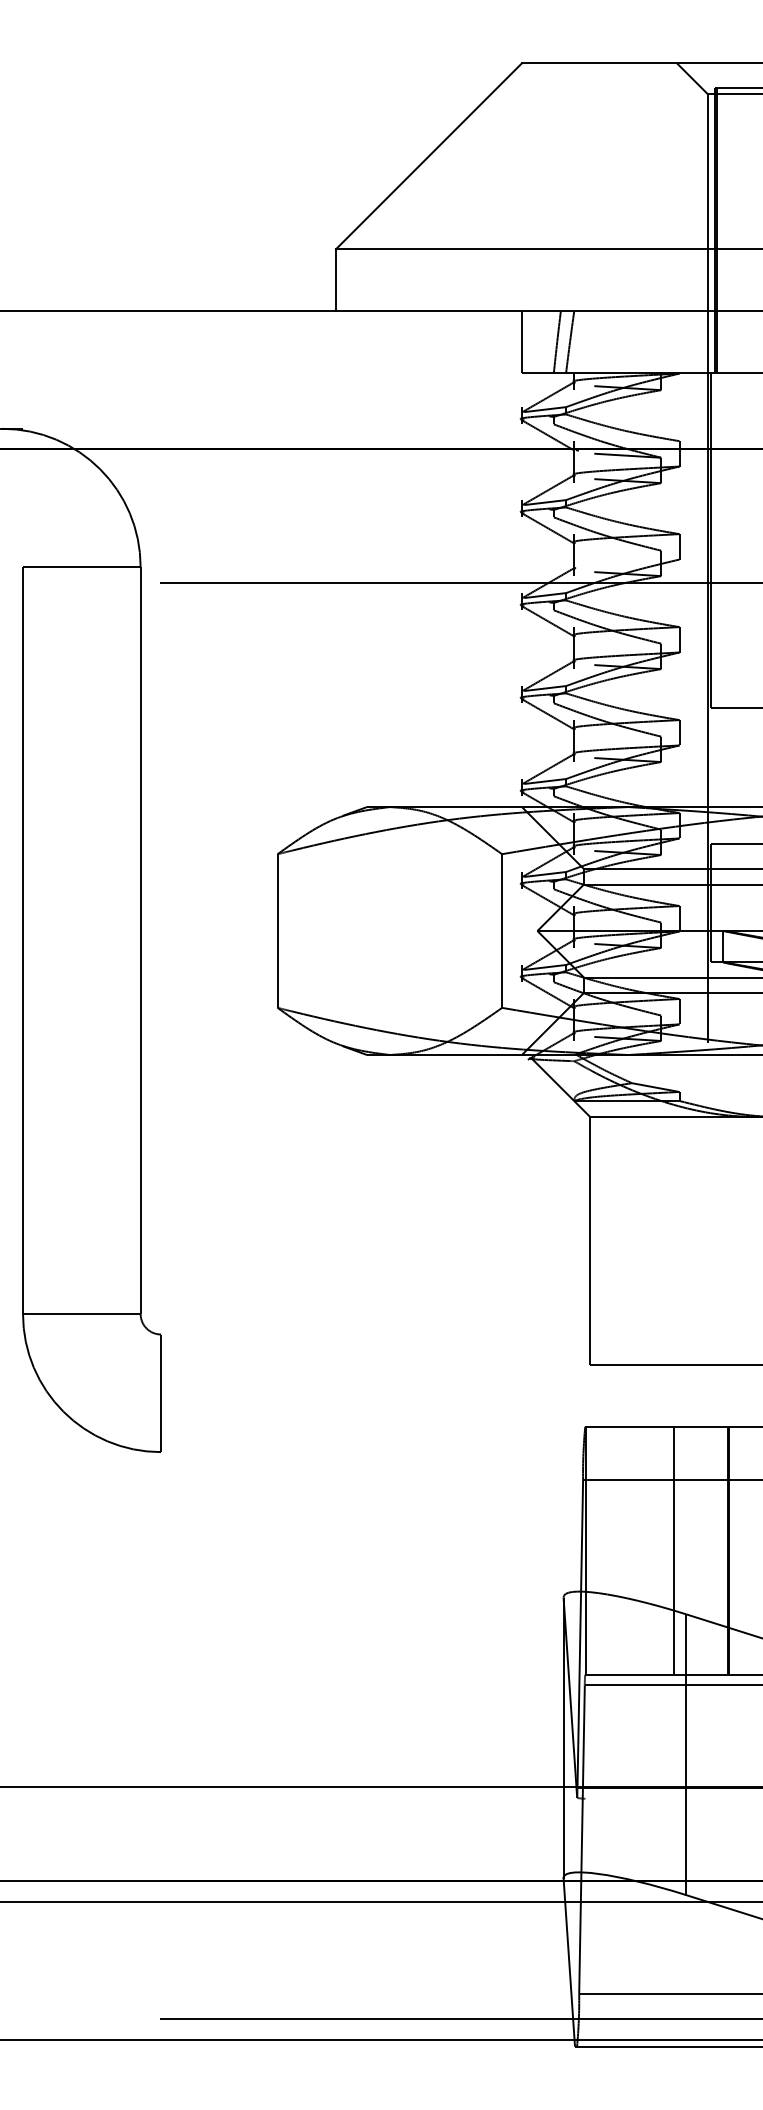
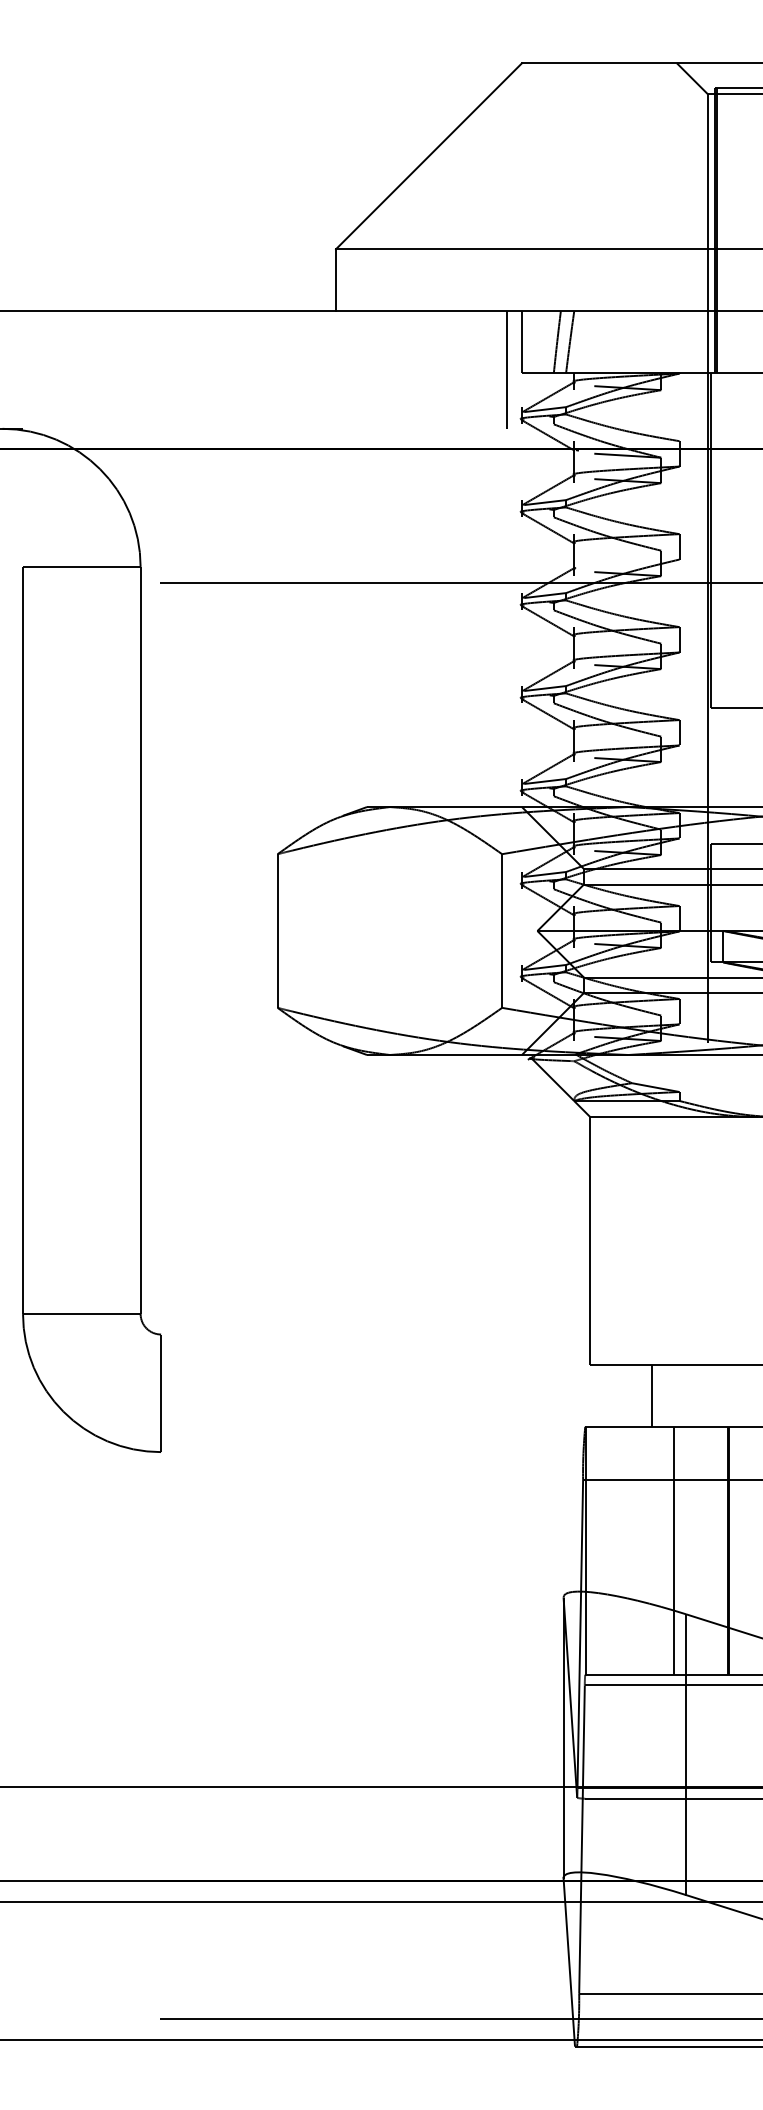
line at (507, 369): none -> present
line at (652, 1395): none -> present
line at (672, 1798): none -> present
